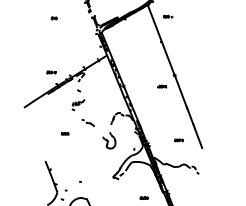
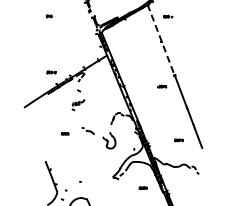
part at (55, 18) position: (55, 18) -> (50, 16)
line at (161, 39): solid -> dashed
part at (87, 122) position: (87, 122) -> (87, 130)
part at (143, 197) position: (143, 197) -> (142, 187)
